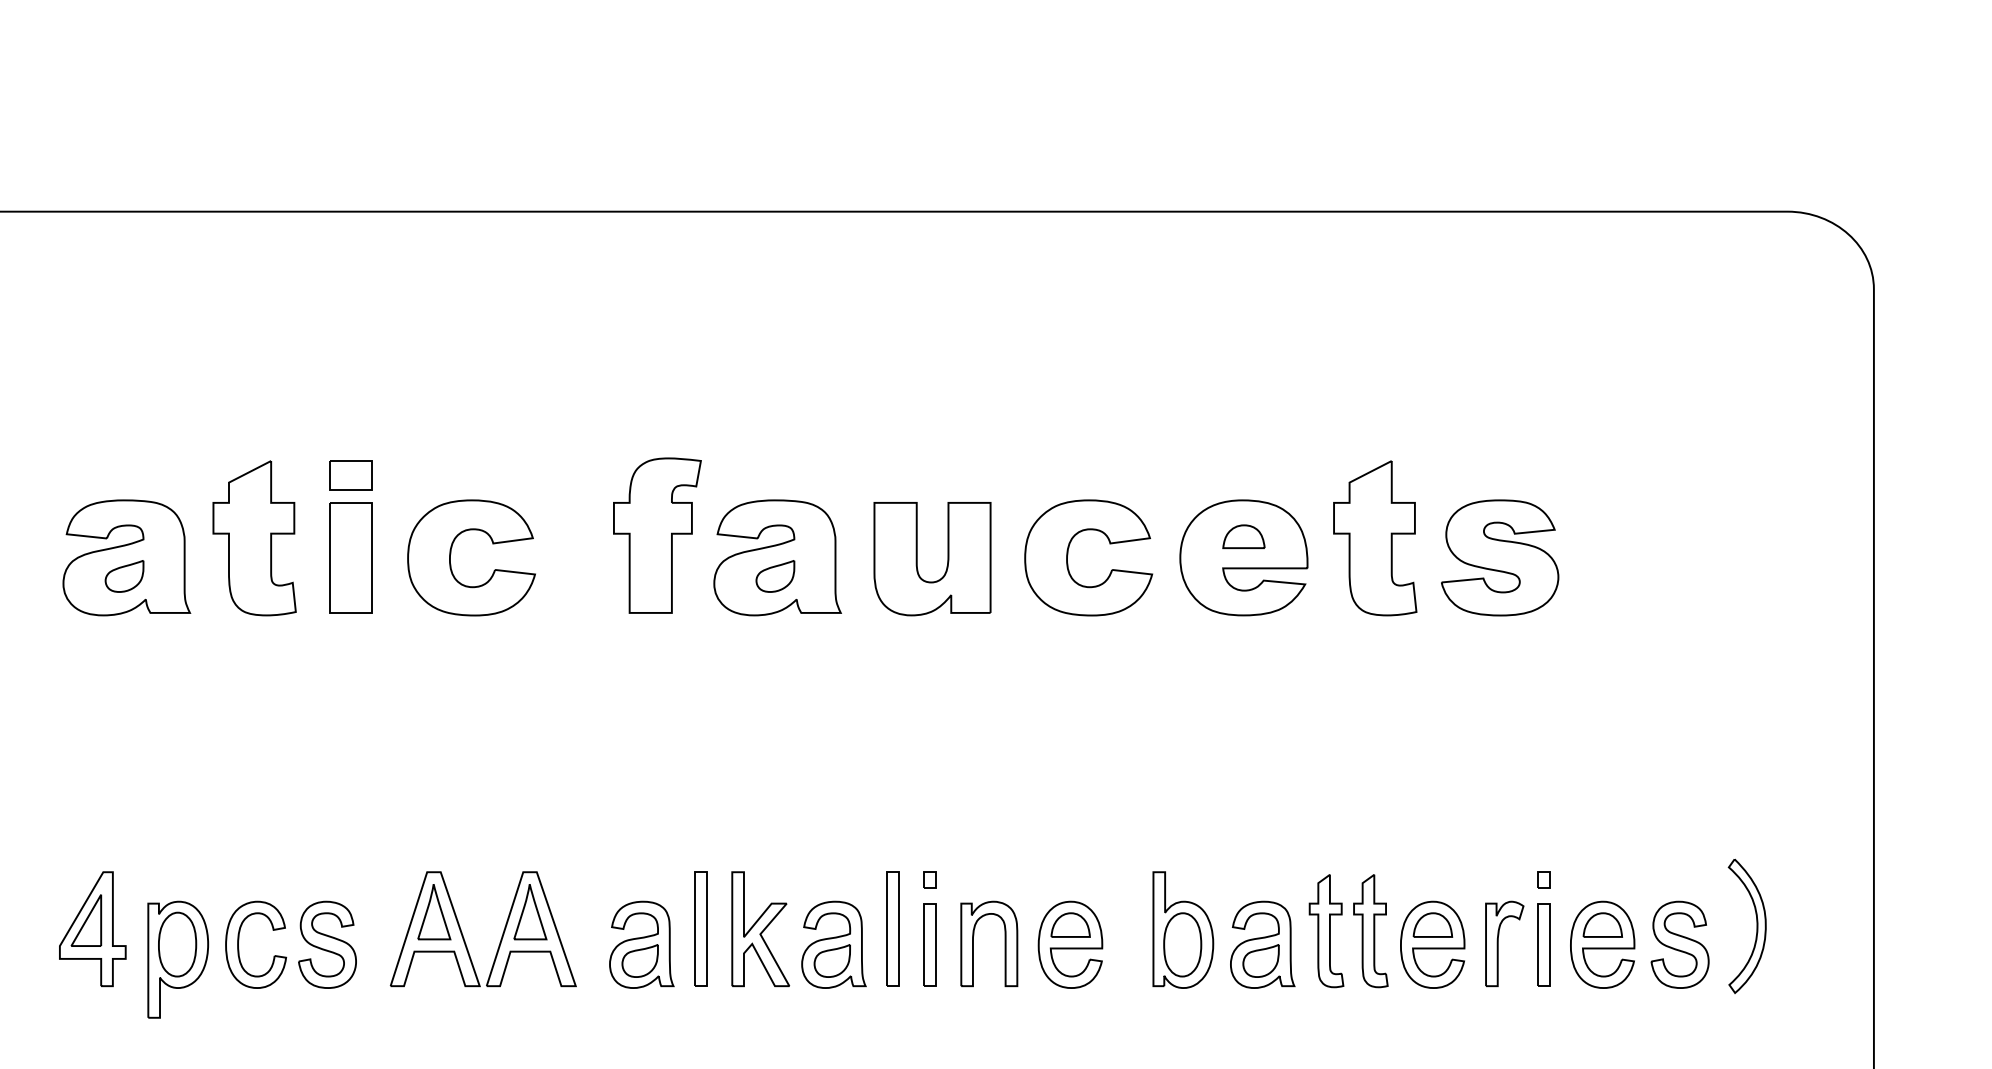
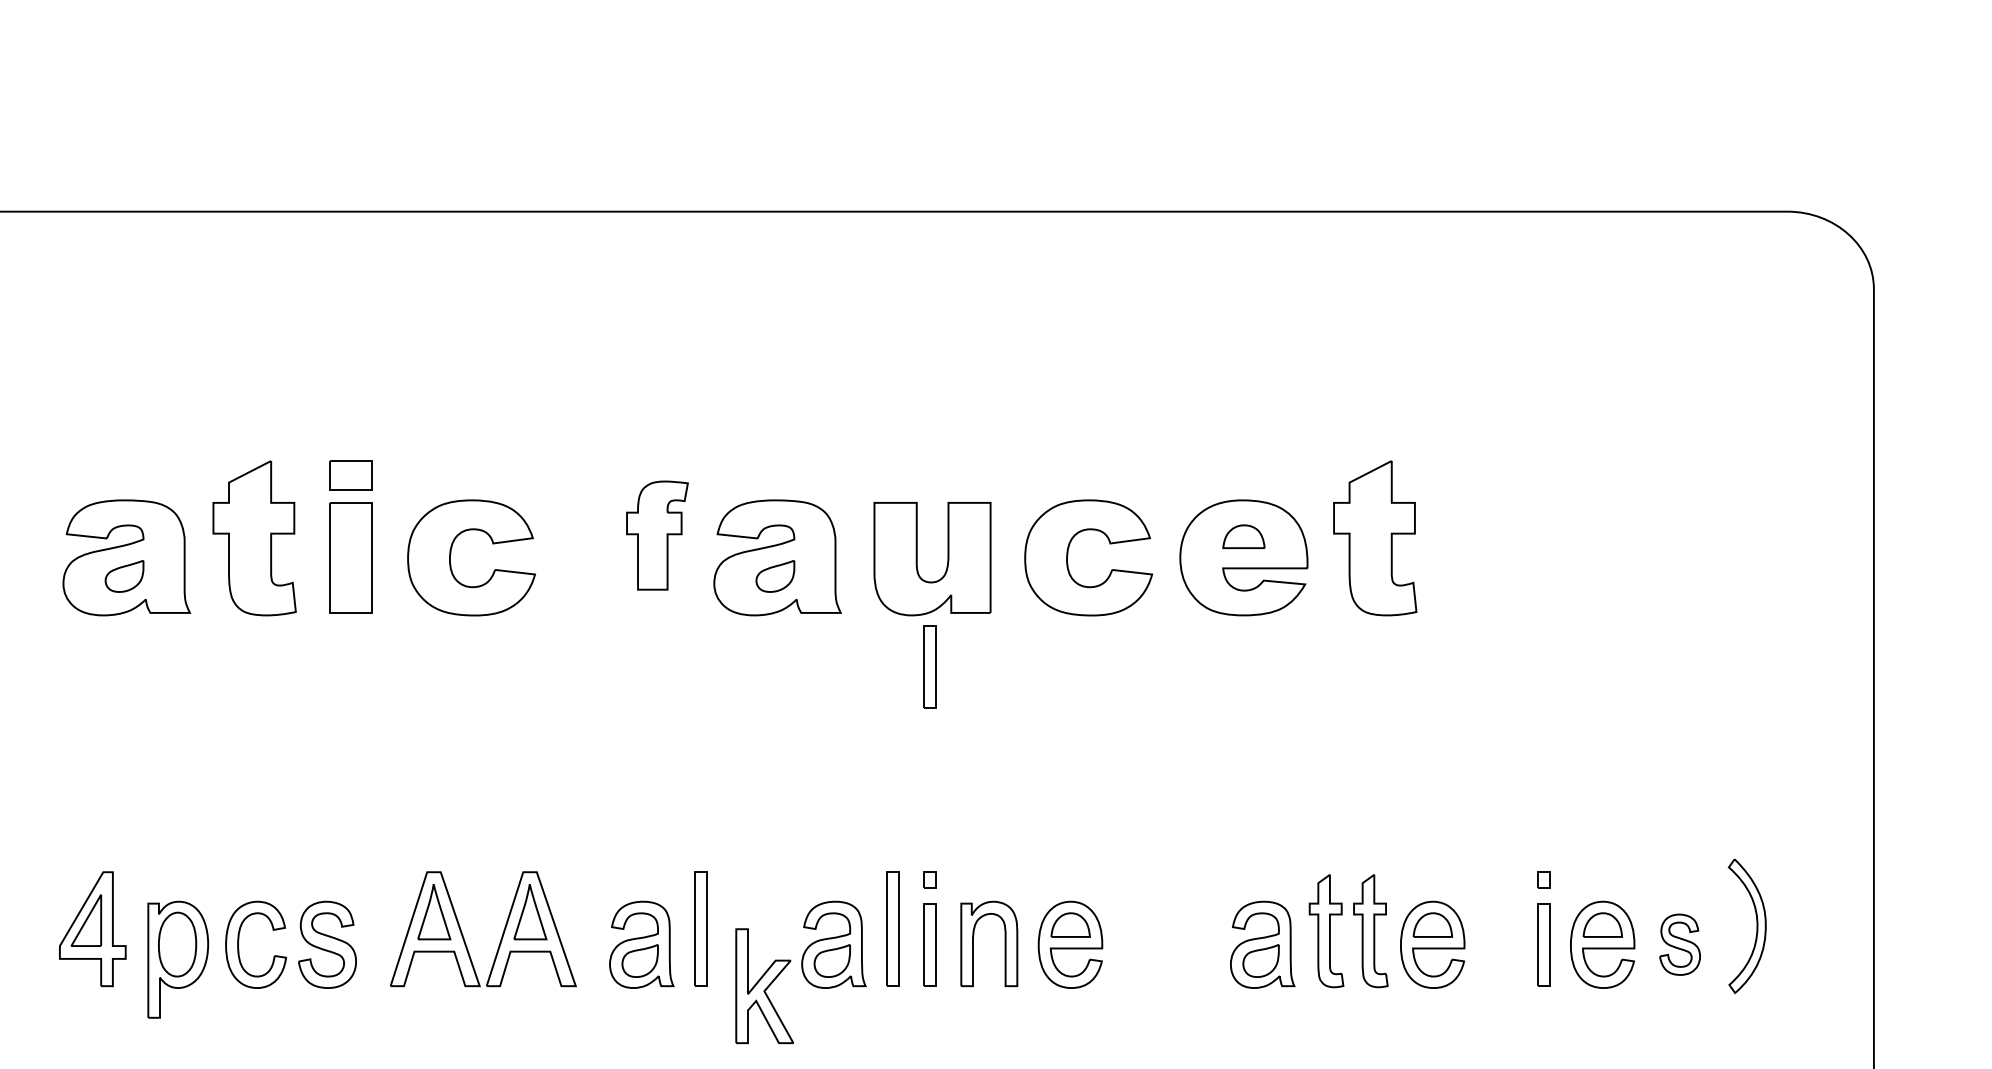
part at (657, 535) size: 89x157 px -> 63x111 px
part at (1500, 557): present -> none
part at (929, 666): none -> present
part at (760, 929) position: (760, 929) -> (764, 986)
part at (1183, 929): present -> none
part at (1504, 943): present -> none
part at (1679, 944) size: 60x89 px -> 42x63 px
